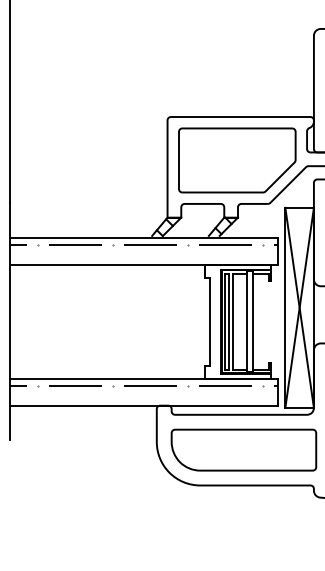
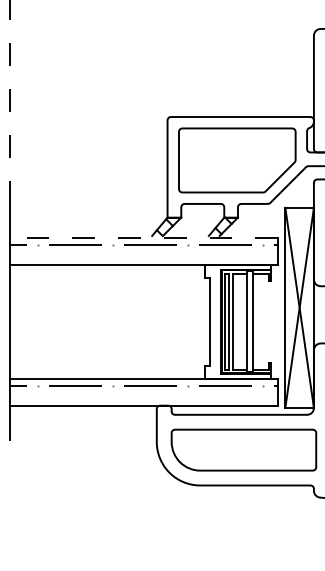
line at (9, 101): solid -> dashed
line at (143, 237): solid -> dashed
